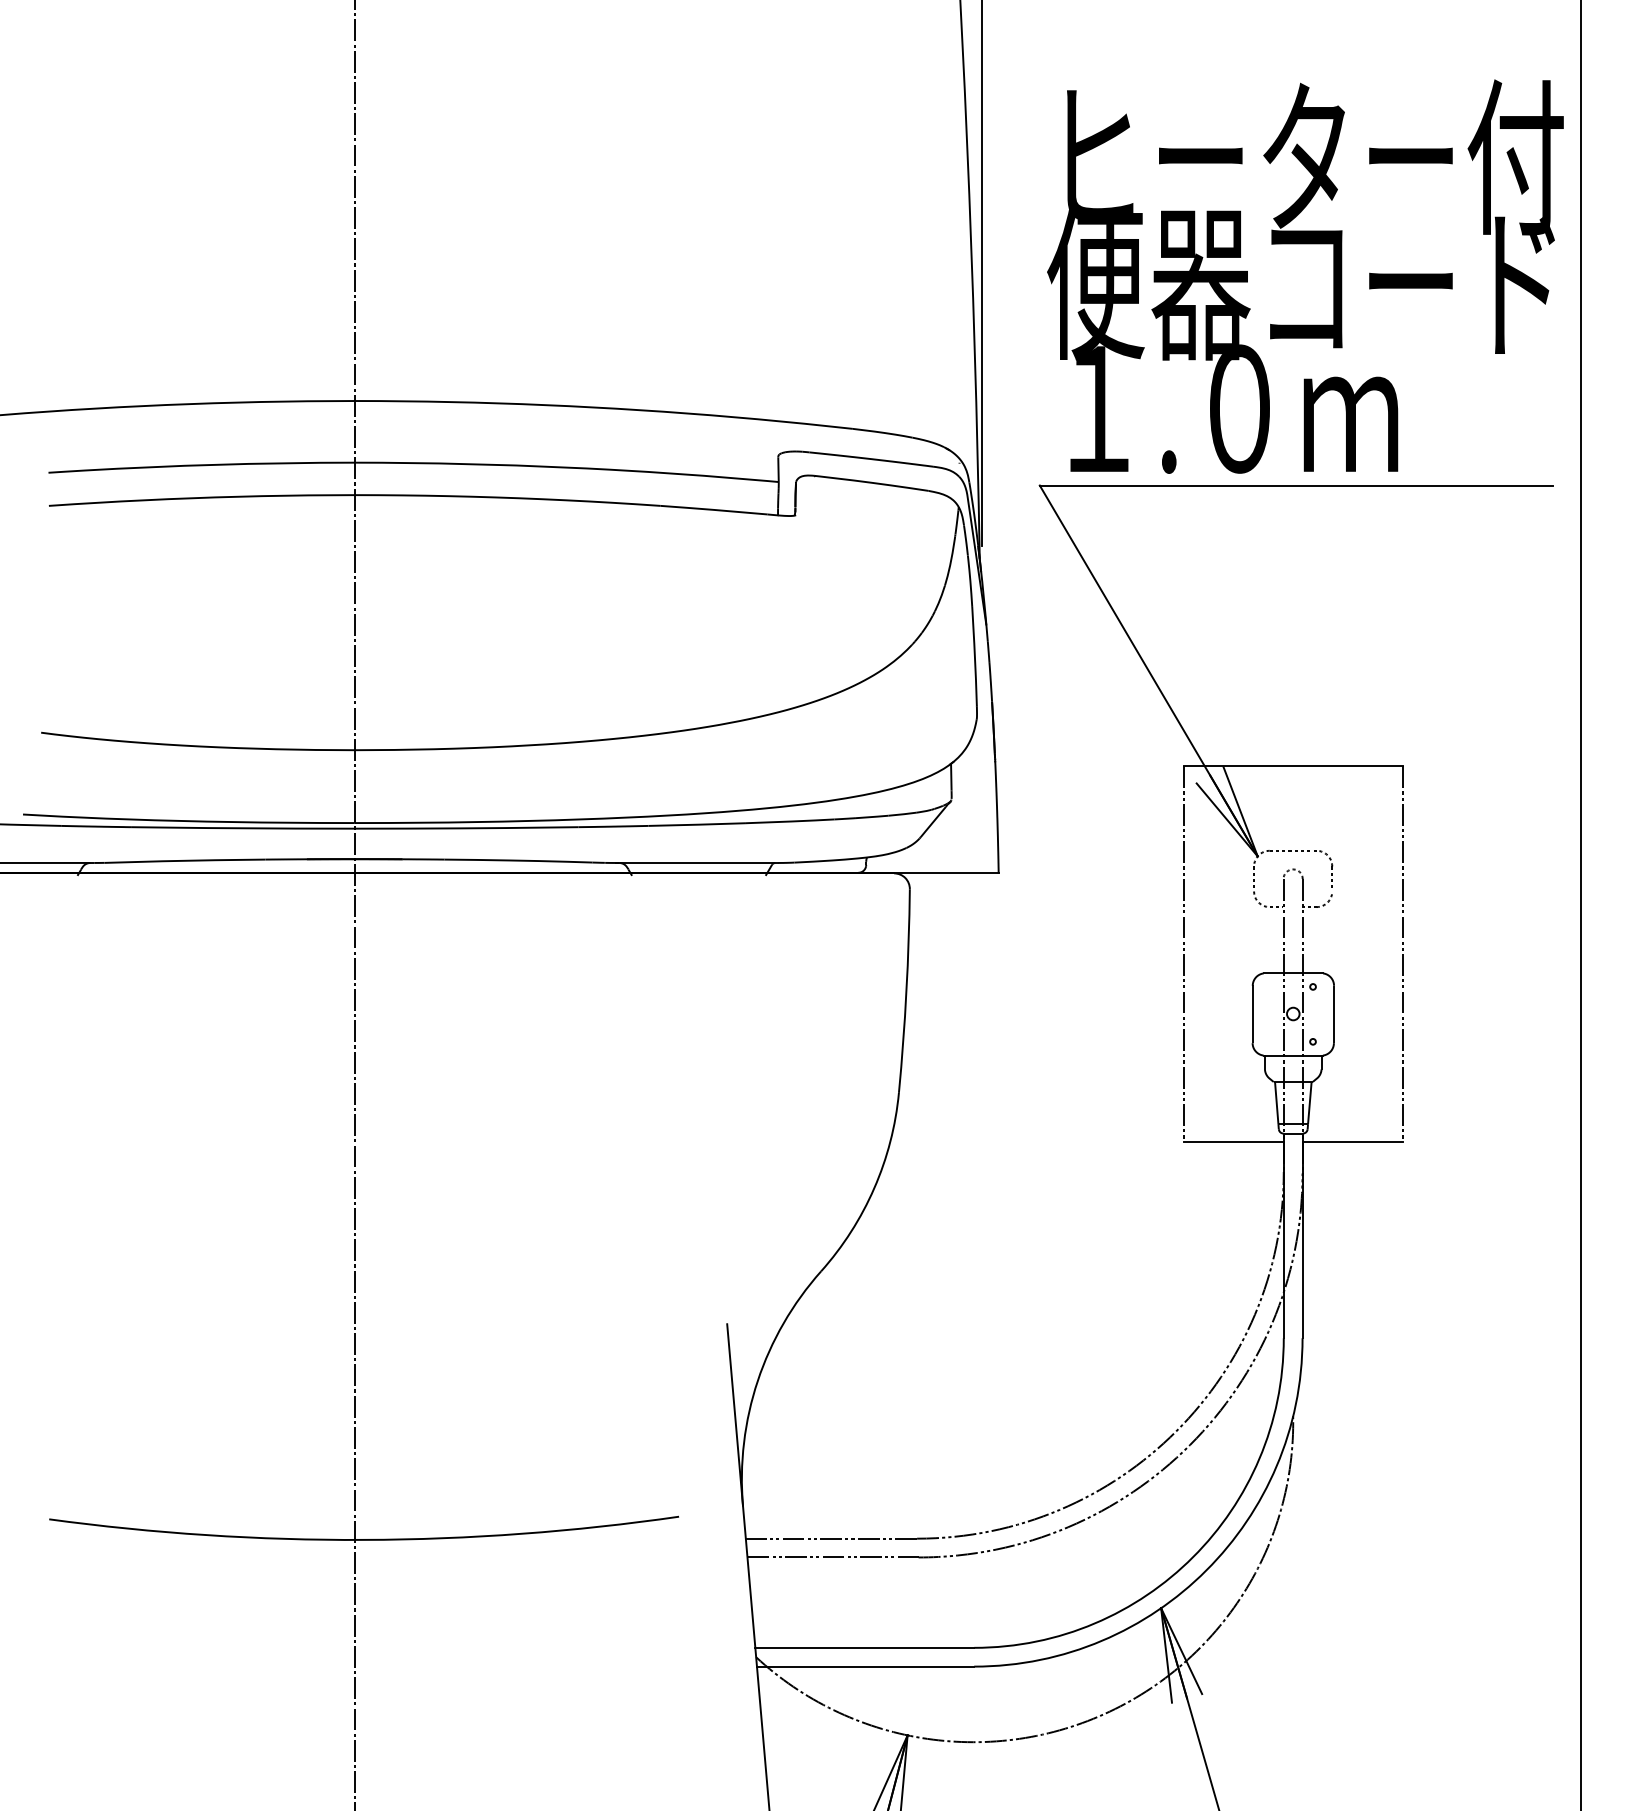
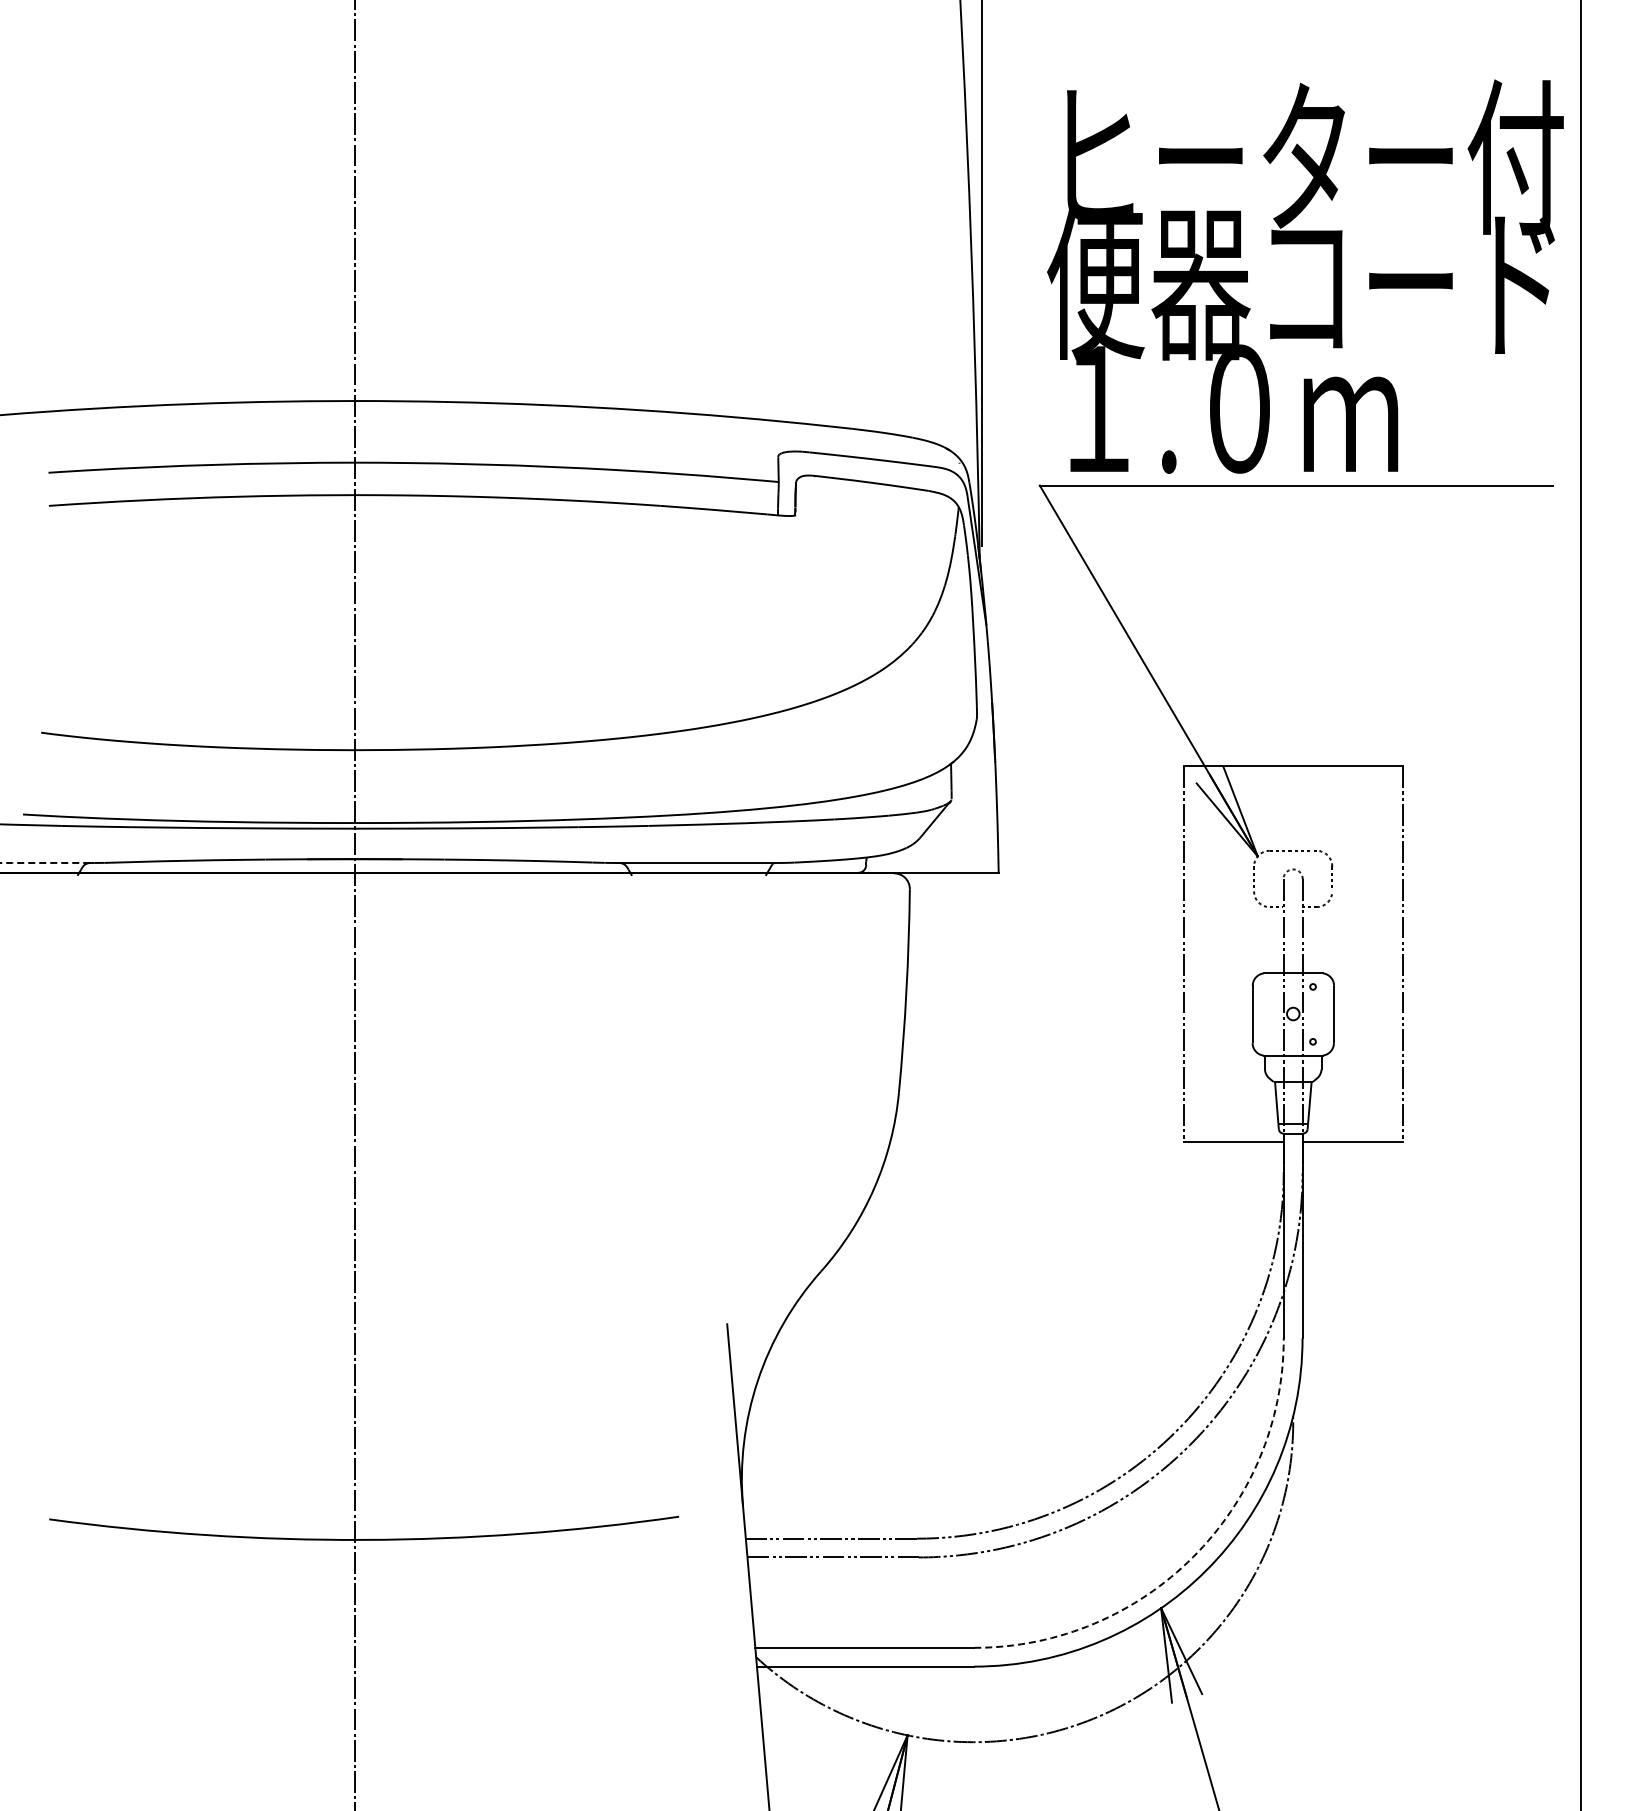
line at (44, 862): solid -> dashed
arc at (1193, 1557): solid -> dashed
